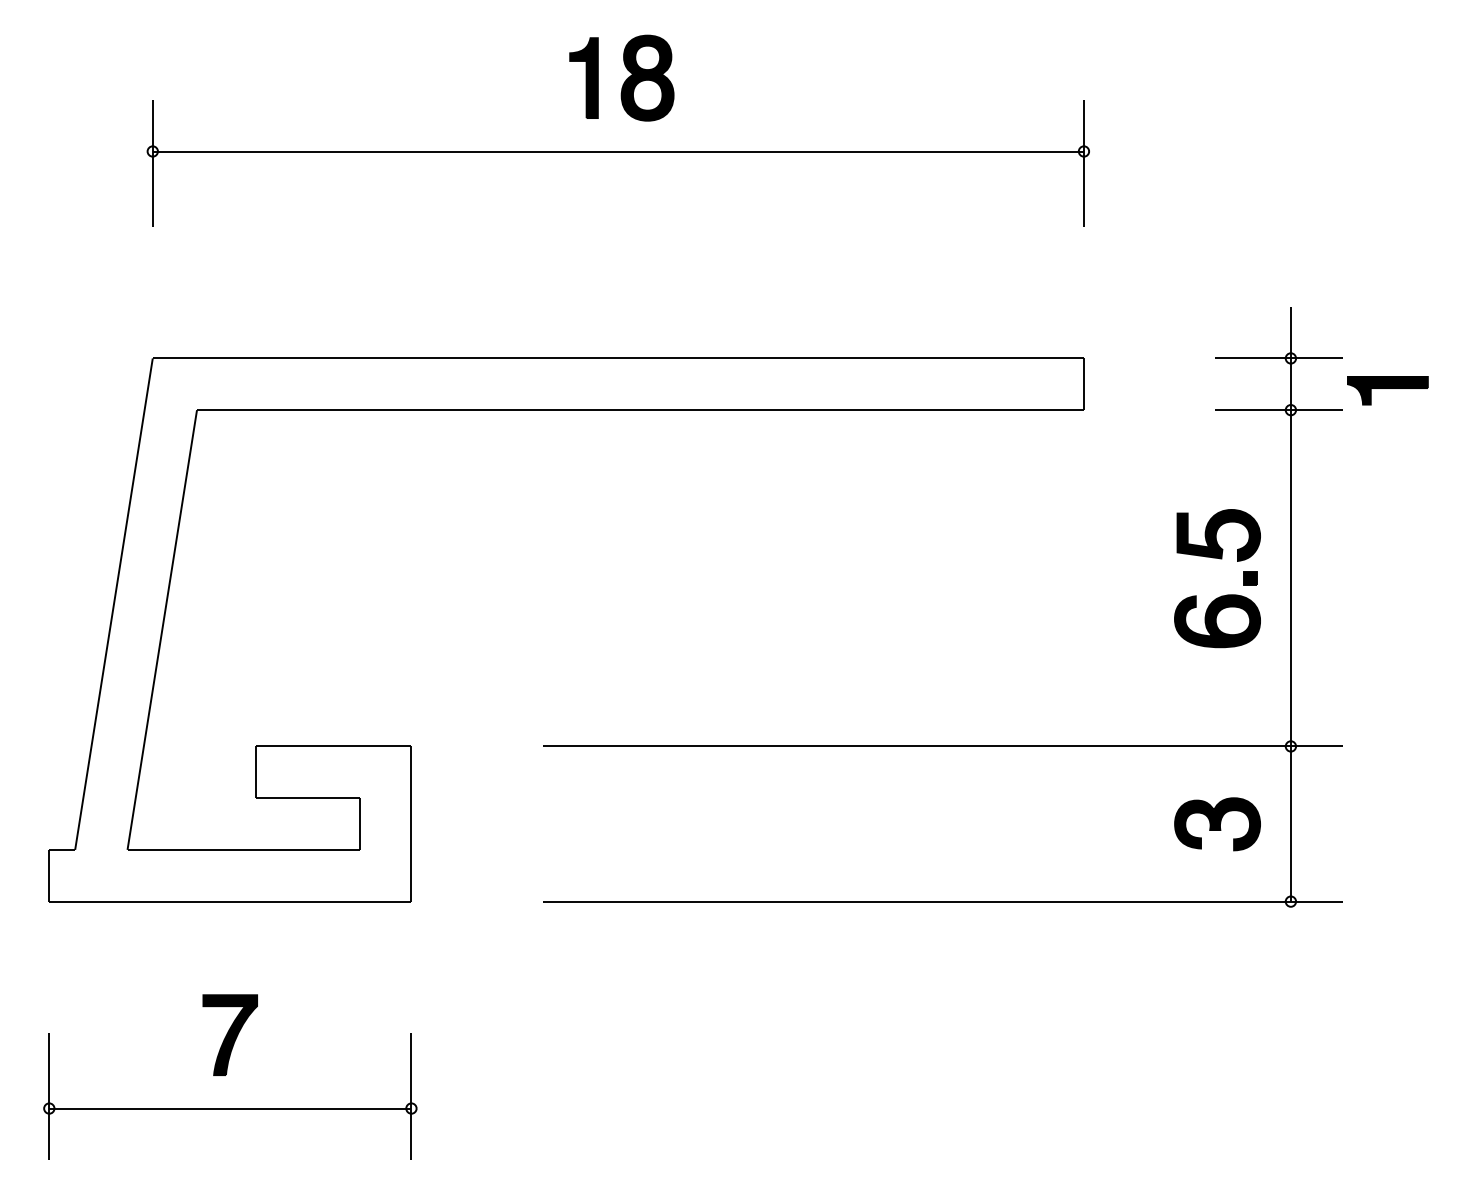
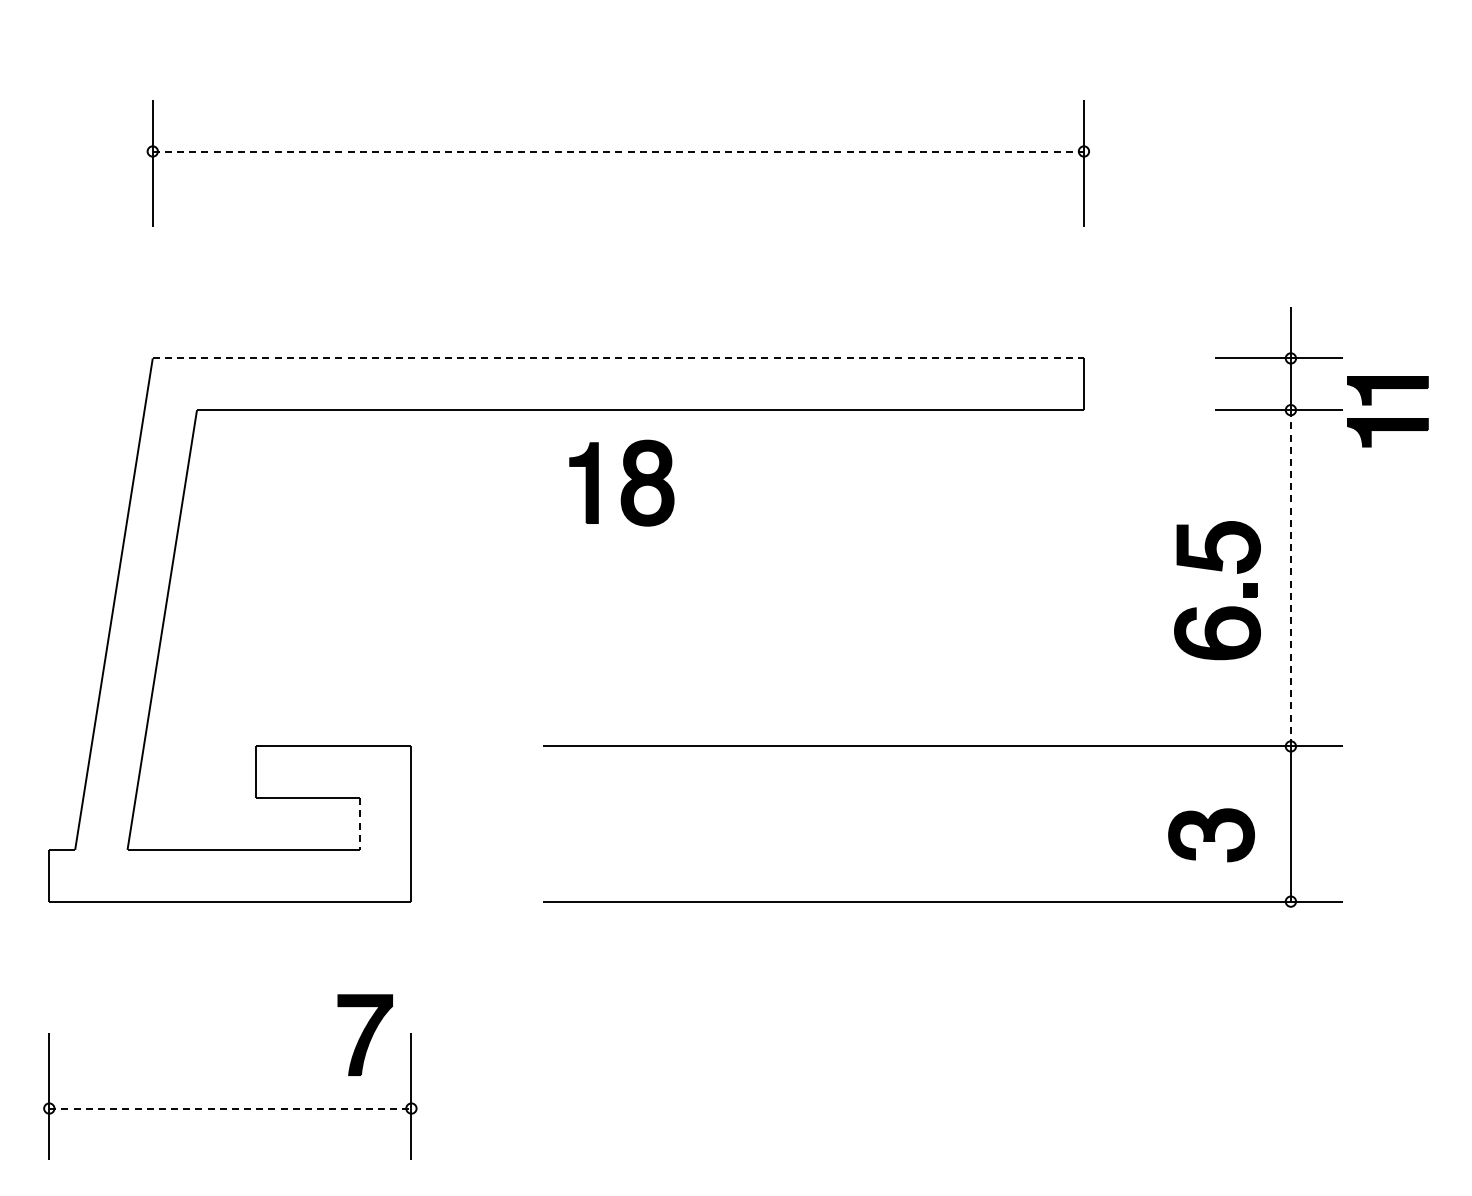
part at (621, 77) position: (621, 77) -> (621, 482)
line at (618, 151): solid -> dashed
line at (618, 358): solid -> dashed
part at (1387, 432): none -> present
line at (1290, 578): solid -> dashed
part at (1221, 595) position: (1221, 595) -> (1221, 607)
line at (359, 824): solid -> dashed
part at (1217, 824) position: (1217, 824) -> (1211, 835)
part at (229, 1034) position: (229, 1034) -> (364, 1034)
line at (230, 1108): solid -> dashed
